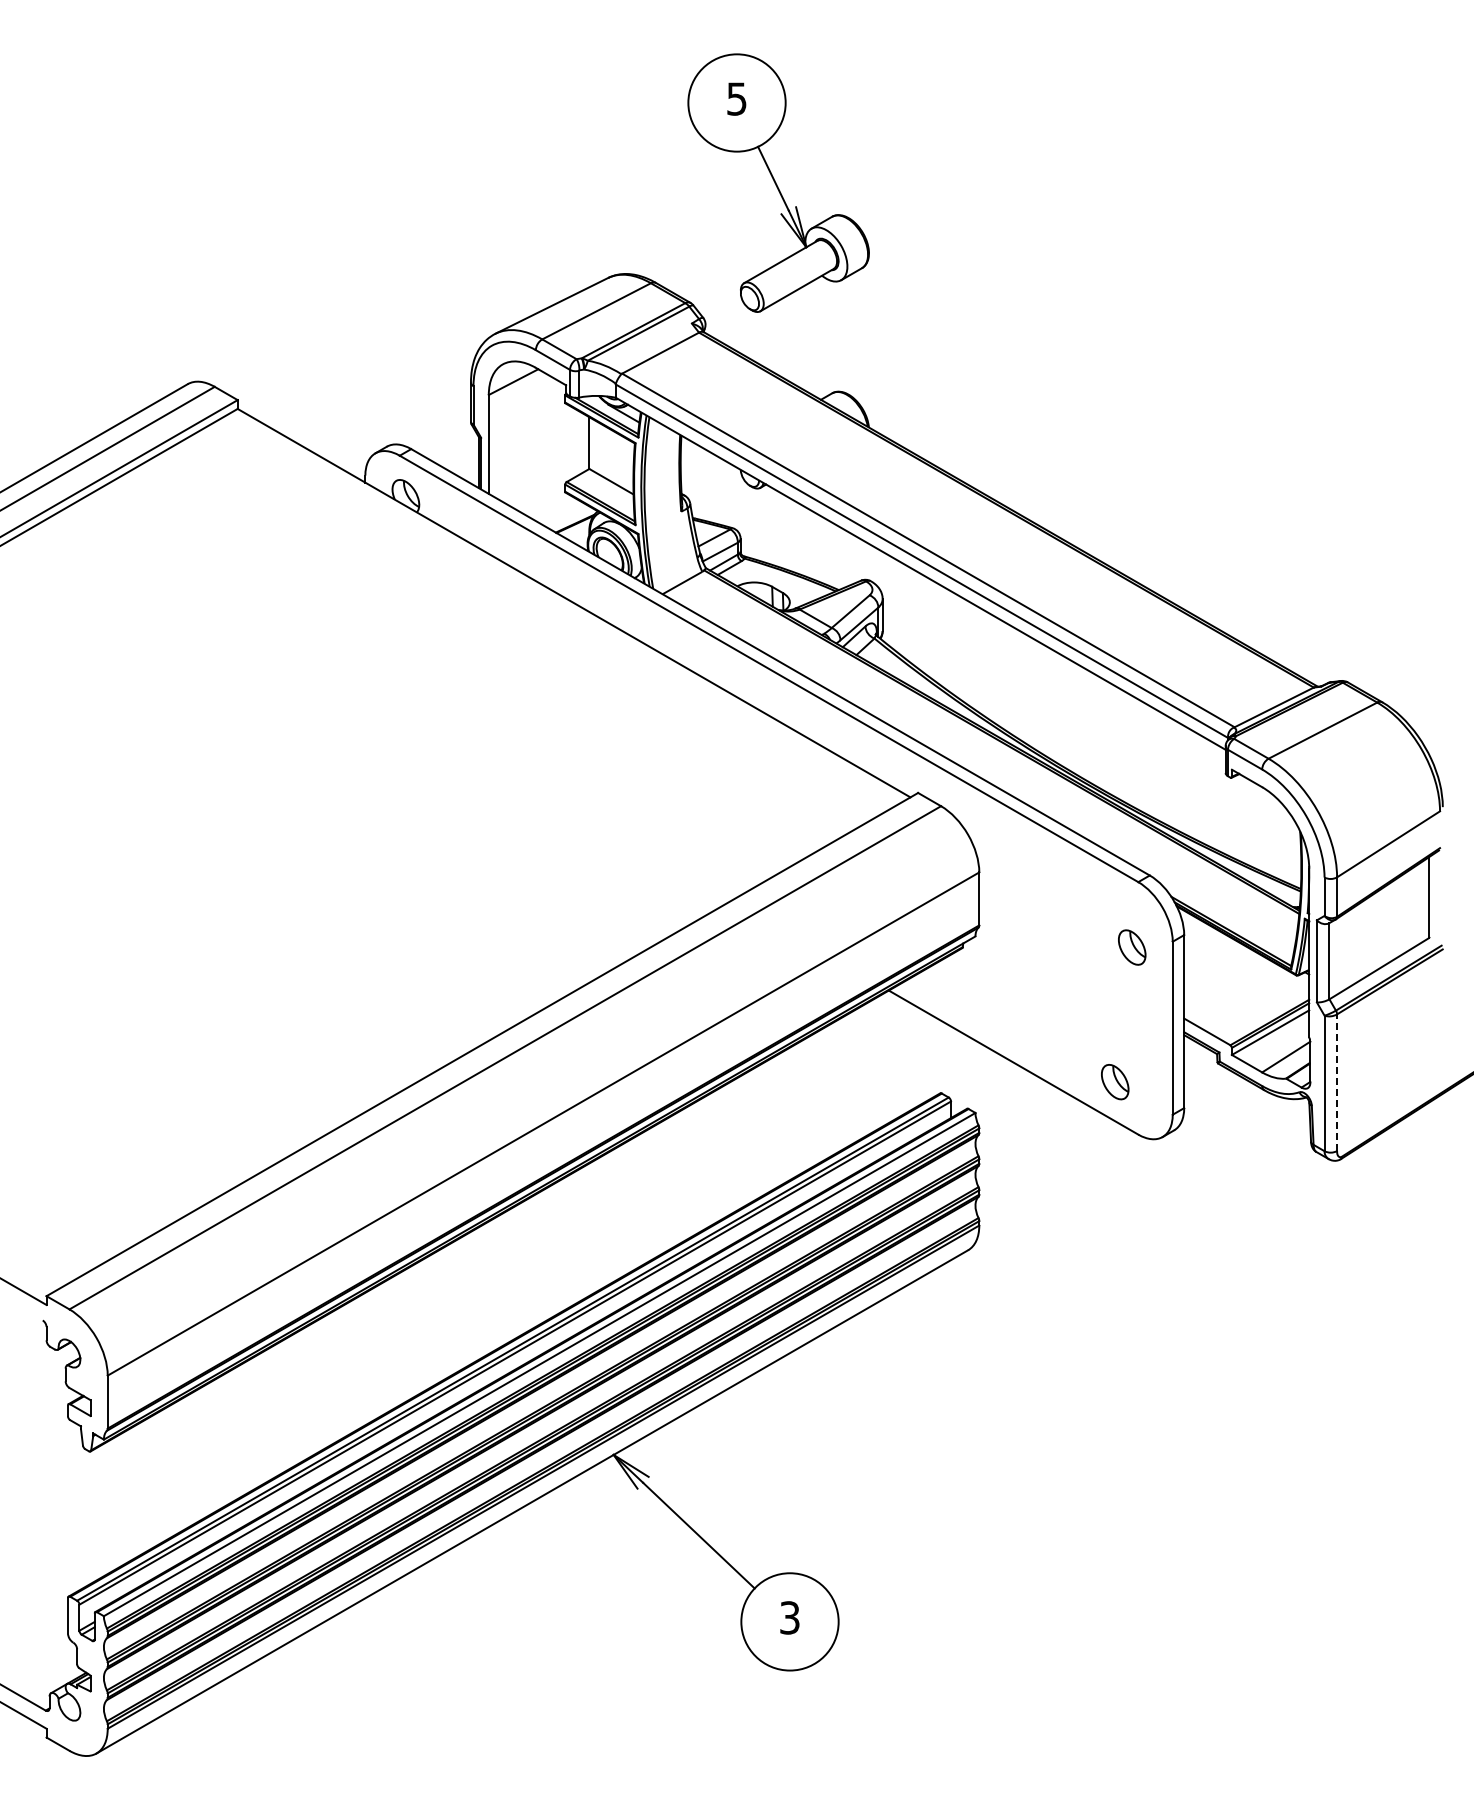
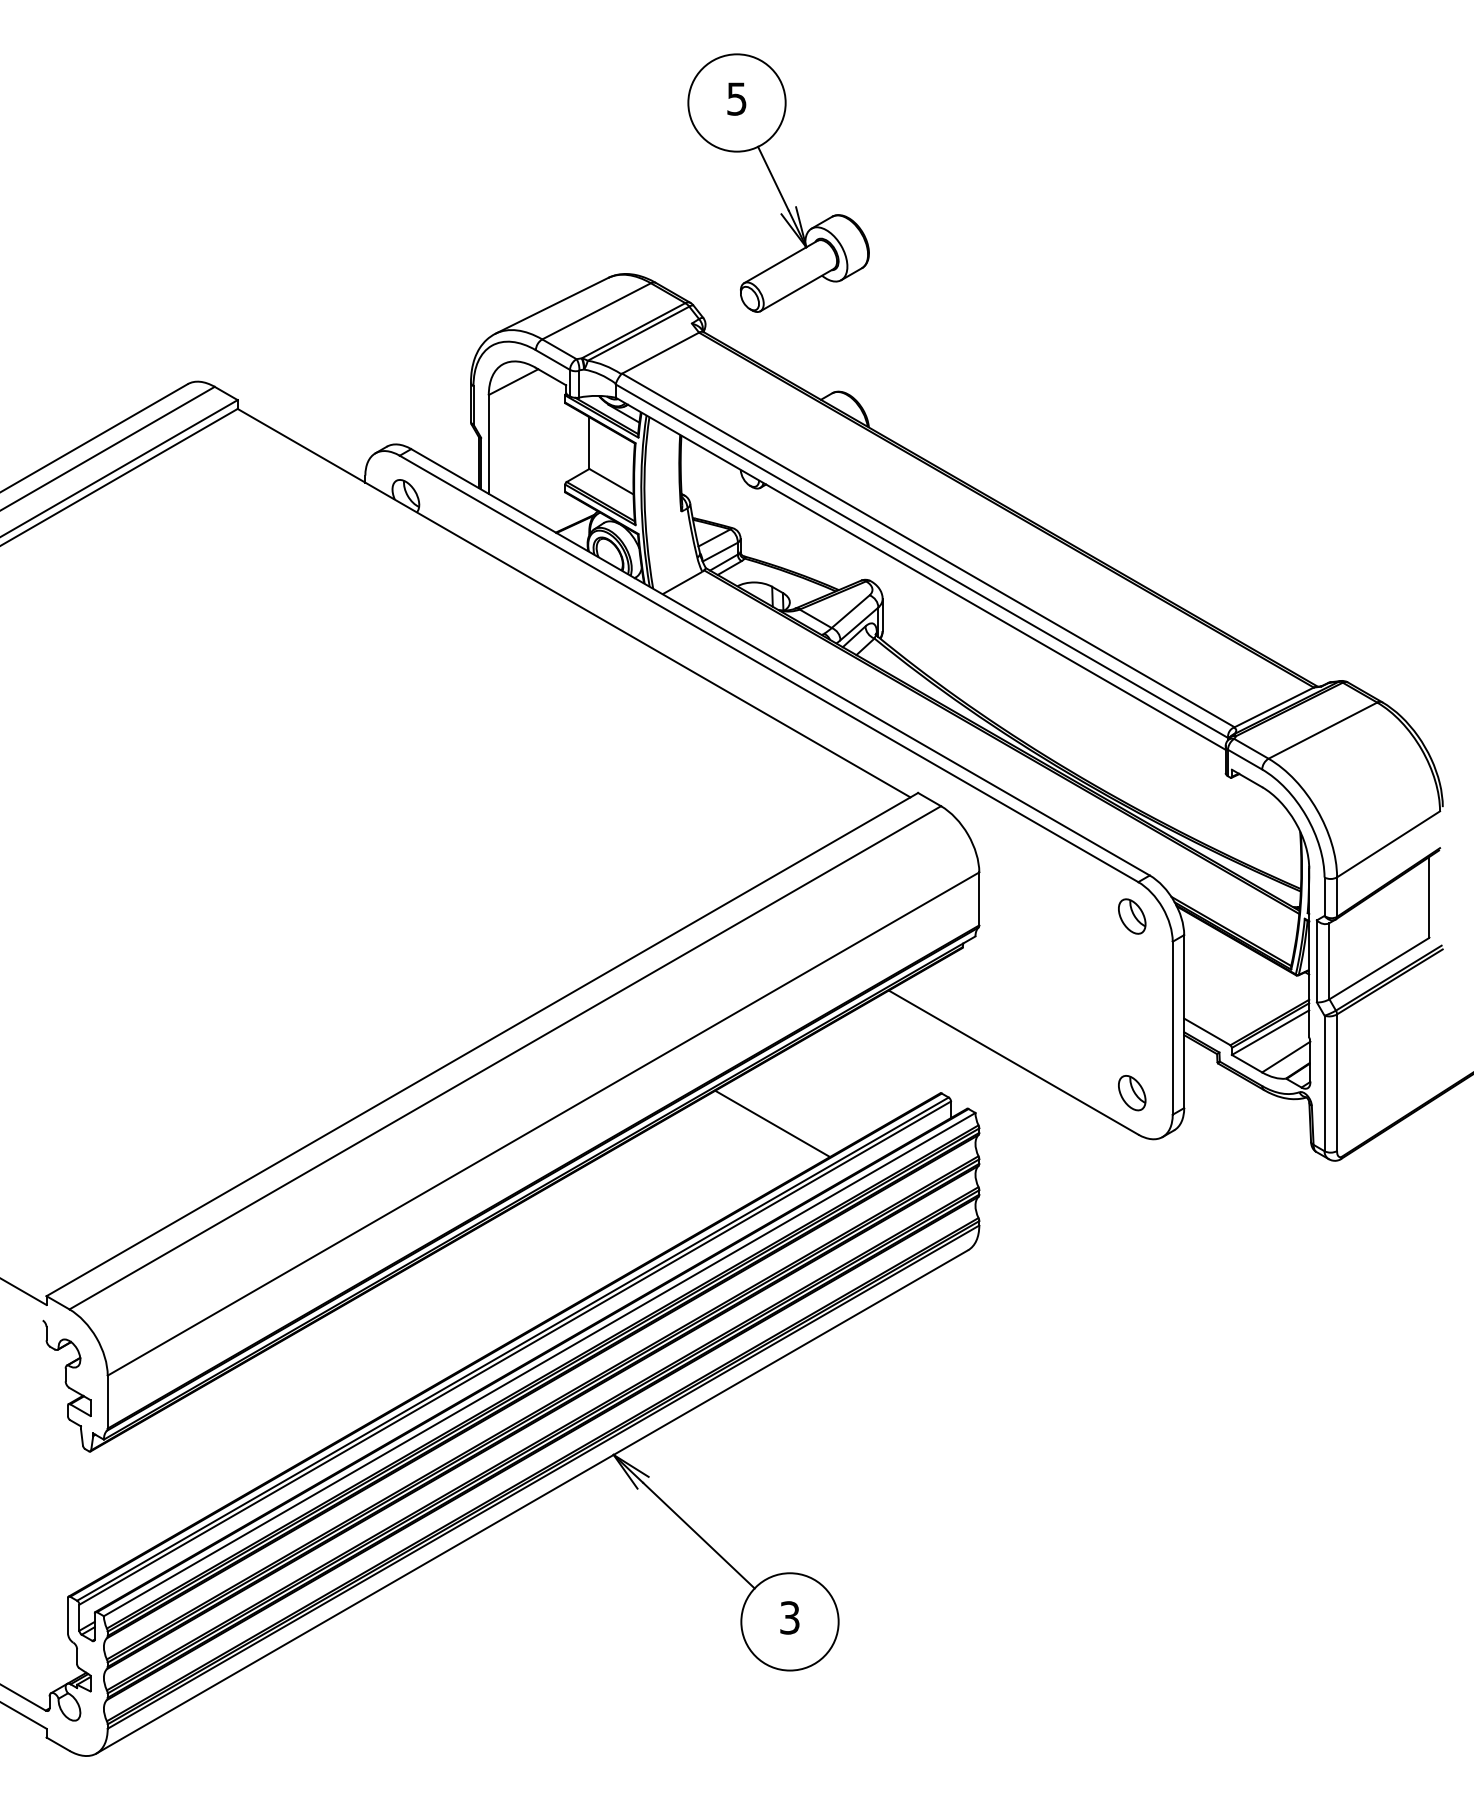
part at (1132, 947) position: (1132, 947) -> (1132, 916)
part at (1115, 1082) position: (1115, 1082) -> (1132, 1093)
line at (1337, 1082): dashed -> solid
line at (772, 1123): none -> present
